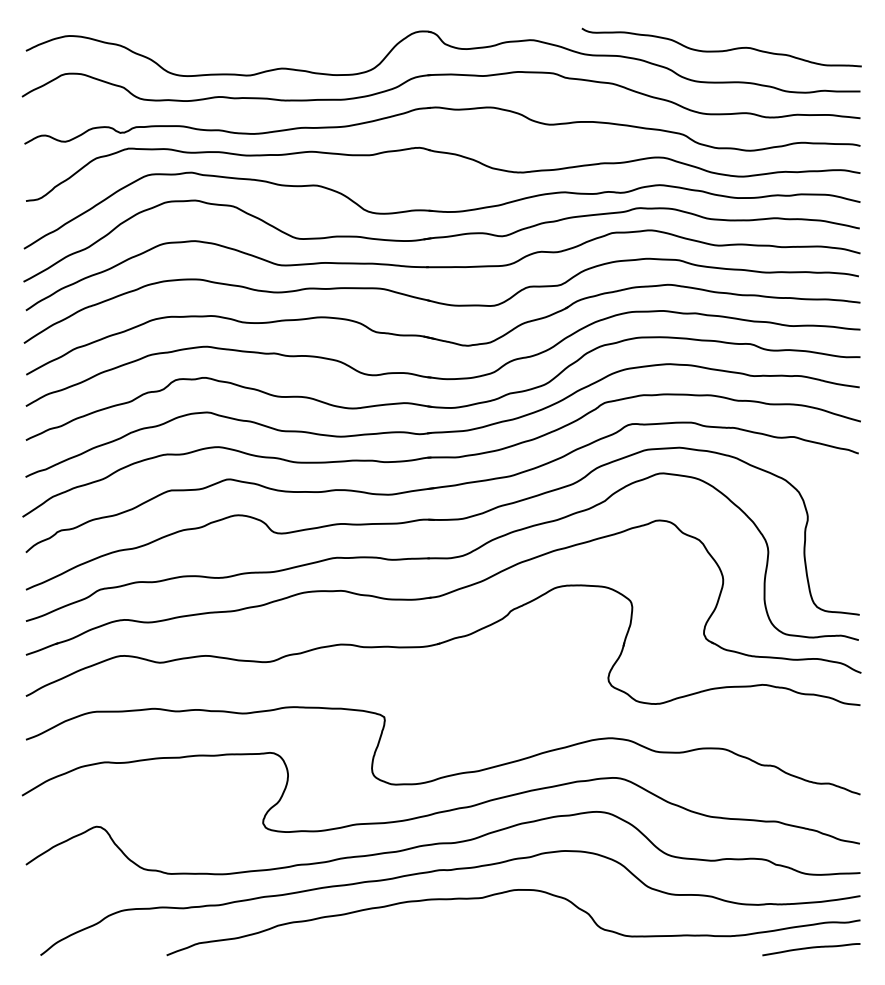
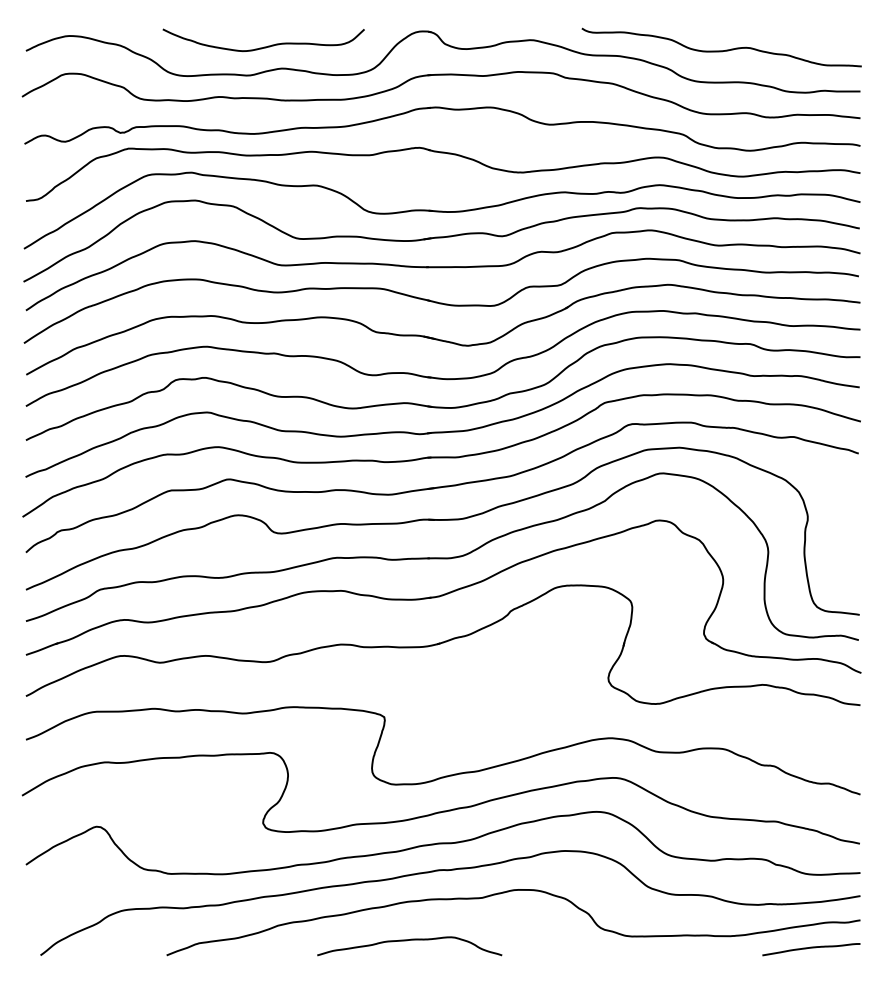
curve at (264, 46): none -> present
curve at (407, 941): none -> present
